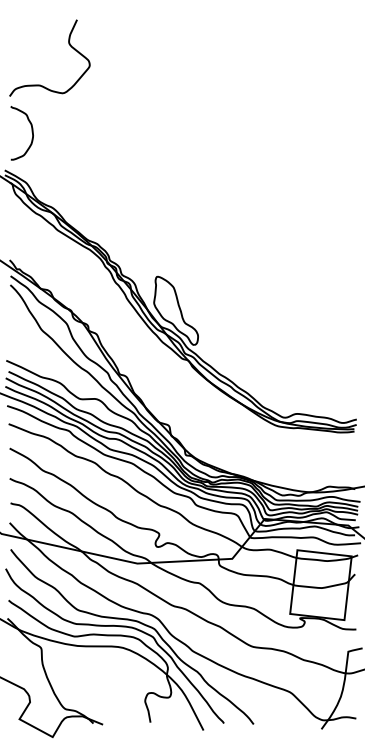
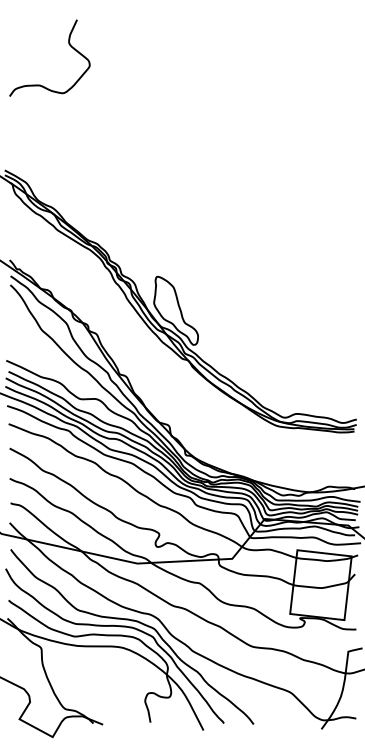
curve at (31, 132): present -> none
